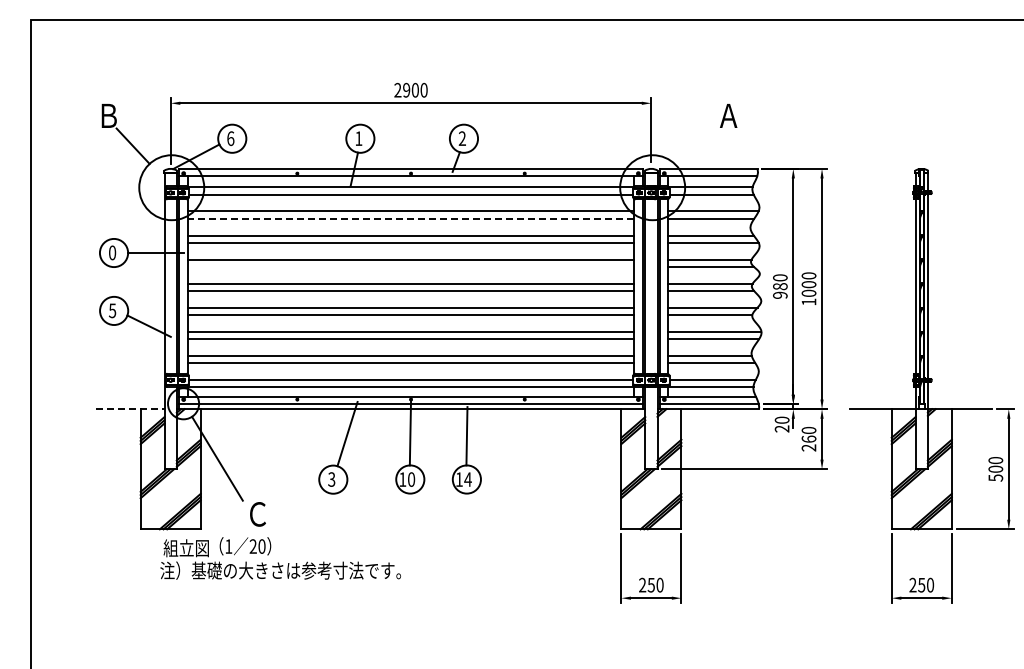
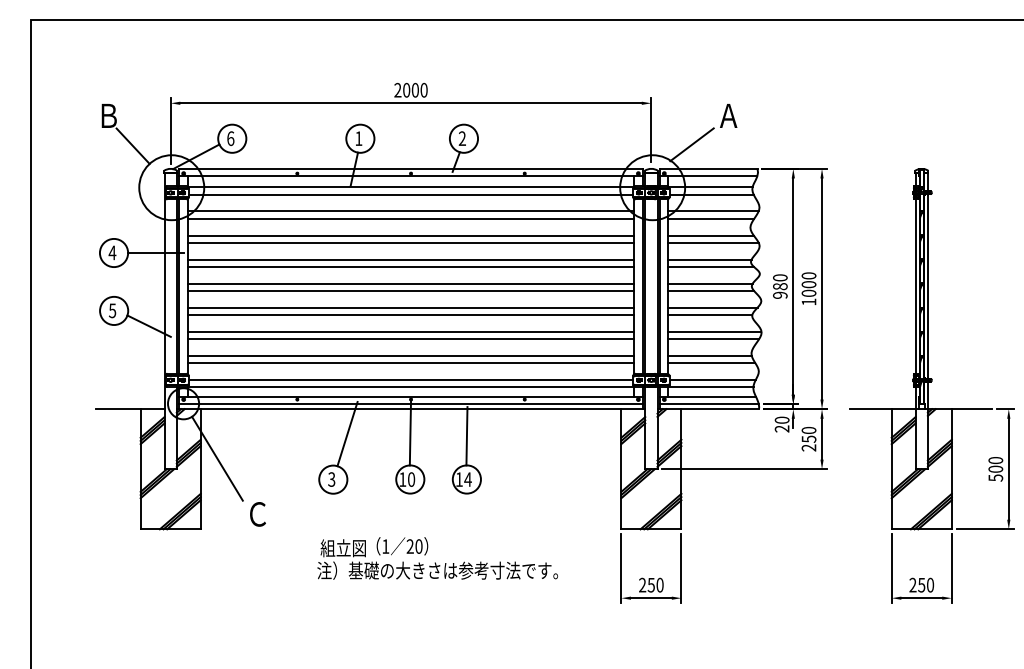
text at (406, 90): 2900 -> 2000
line at (691, 144): none -> present
line at (410, 218): dashed -> solid
text at (112, 252): 0 -> 4
line at (410, 266): none -> present
line at (130, 409): dashed -> solid
text at (808, 438): 260 -> 250
text at (280, 558) position: (280, 558) -> (437, 558)
